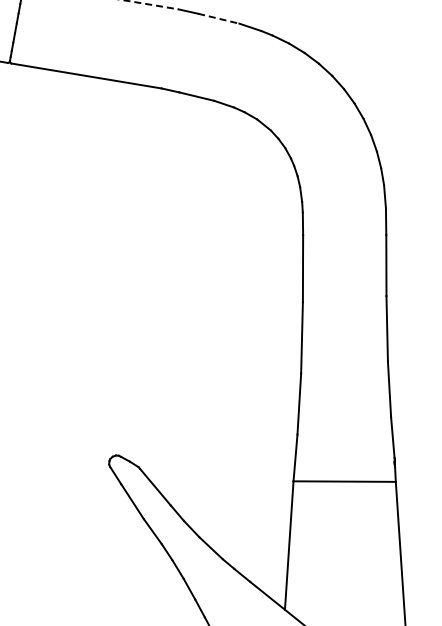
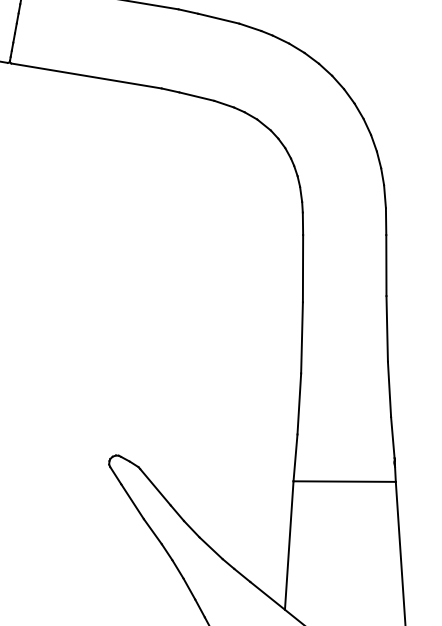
line at (150, 4): dashed -> solid
line at (219, 18): dashed -> solid
